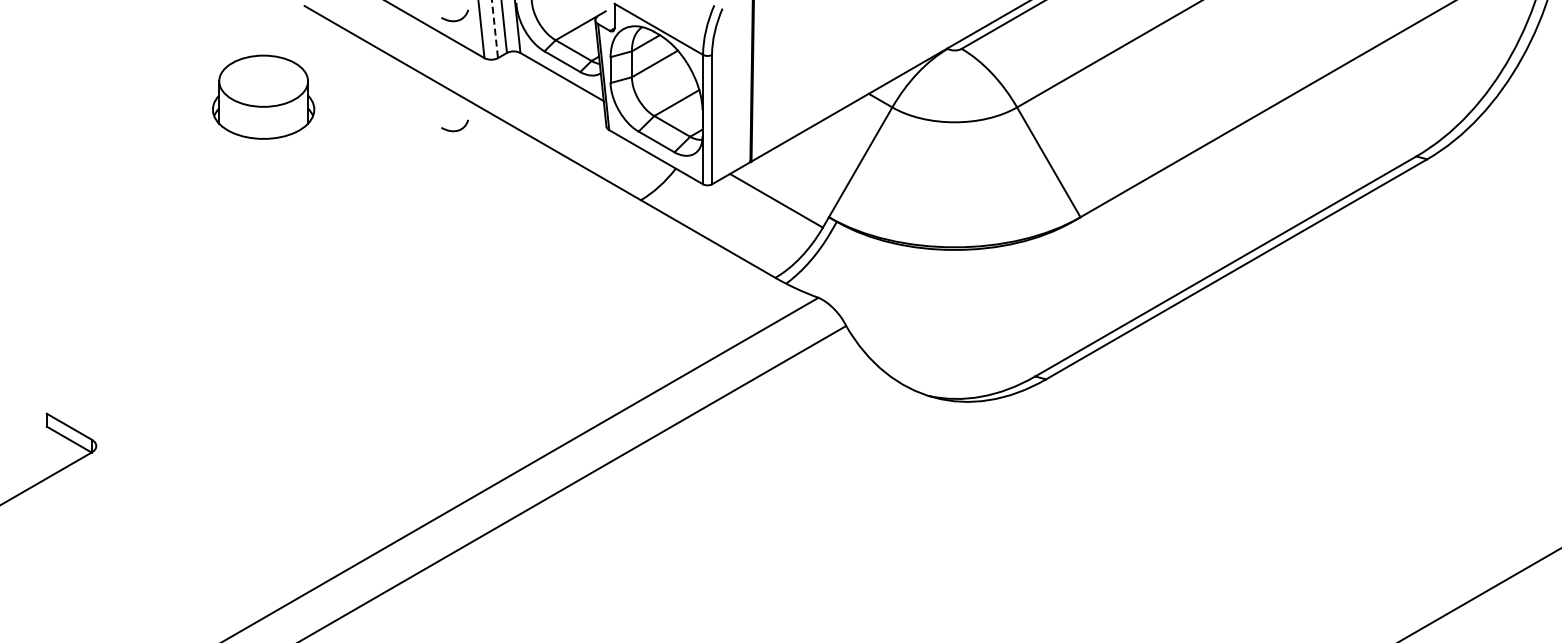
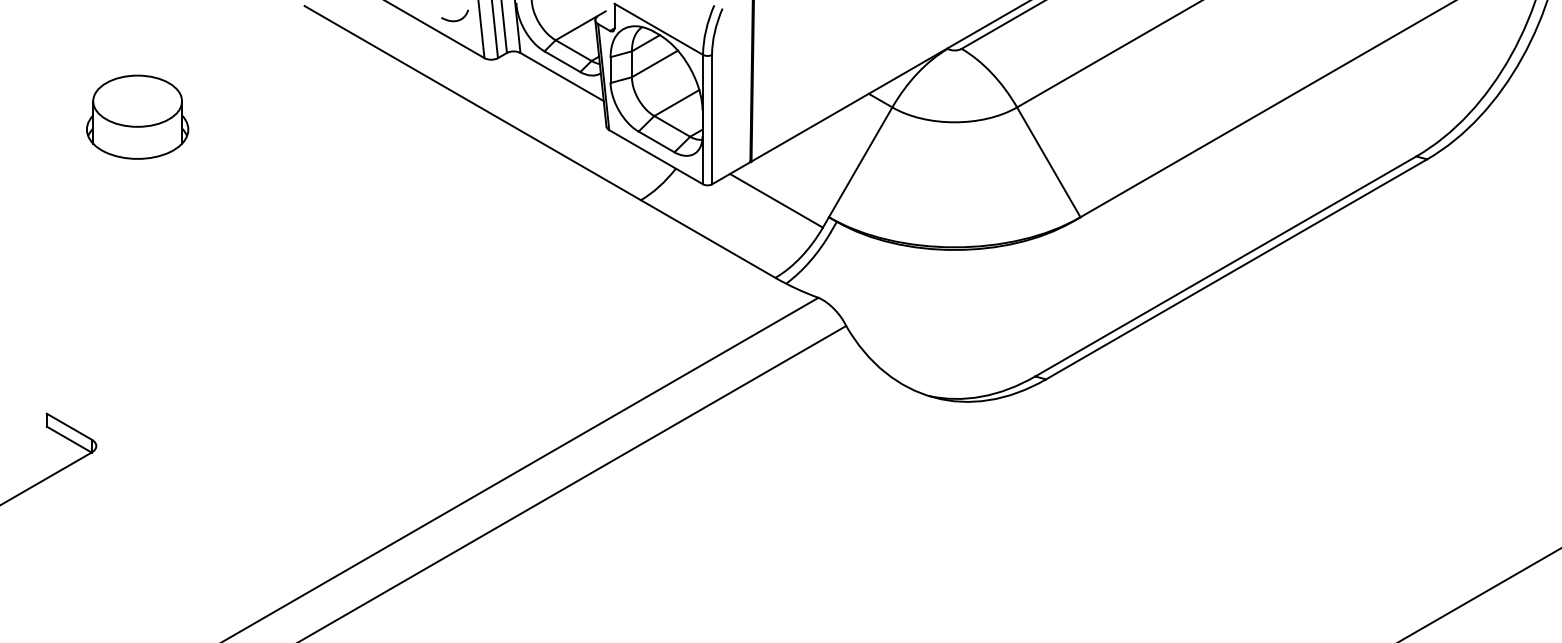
line at (494, 29): dashed -> solid
part at (263, 96) position: (263, 96) -> (137, 116)
curve at (457, 129): present -> none
